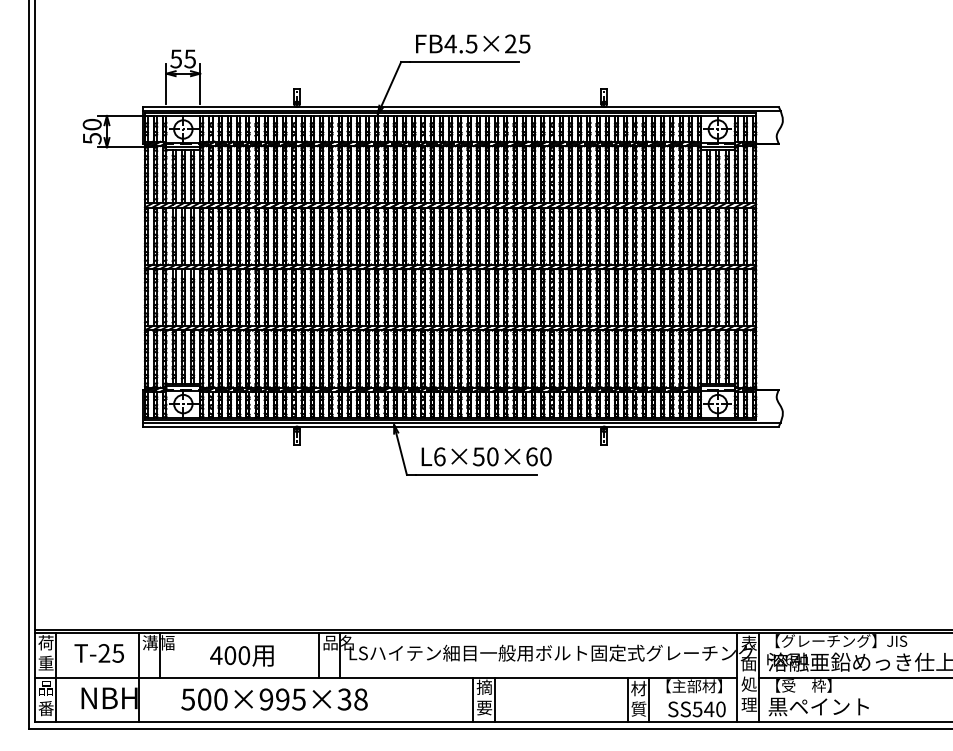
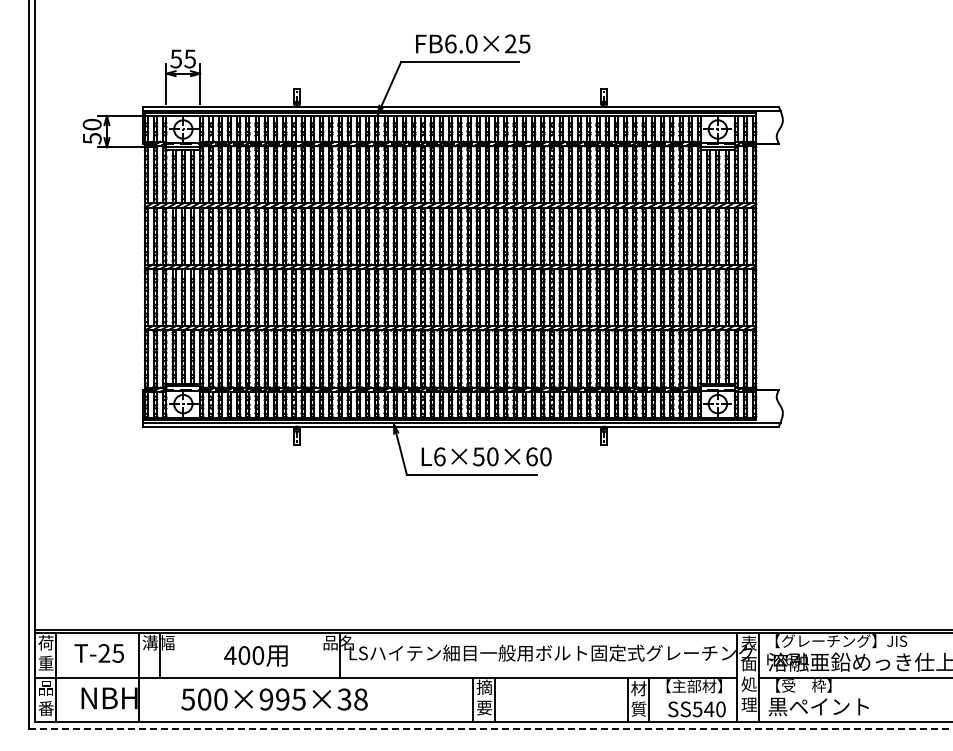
text at (460, 43): FB4.5×25 -> FB6.0×25
text at (241, 655) position: (241, 655) -> (255, 655)
line at (318, 655): present -> none
line at (490, 728): solid -> dashed
